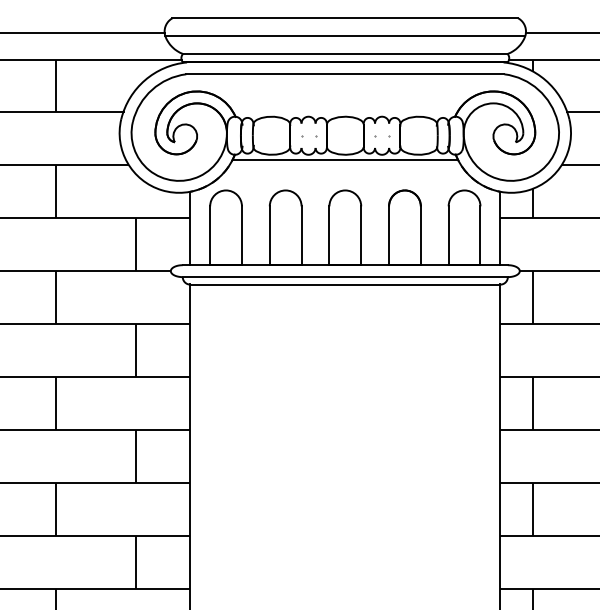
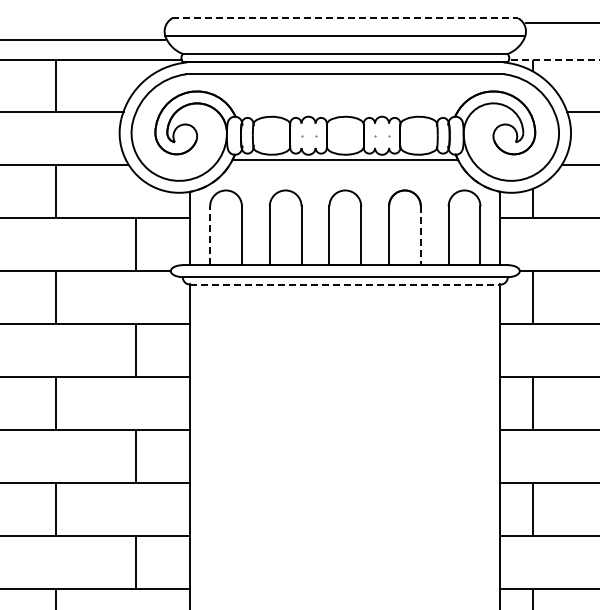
line at (345, 18): solid -> dashed
line at (83, 33) position: (83, 33) -> (83, 40)
line at (560, 33) position: (560, 33) -> (560, 23)
line at (554, 59): solid -> dashed
line at (210, 235): solid -> dashed
line at (420, 236): solid -> dashed
line at (345, 284): solid -> dashed
